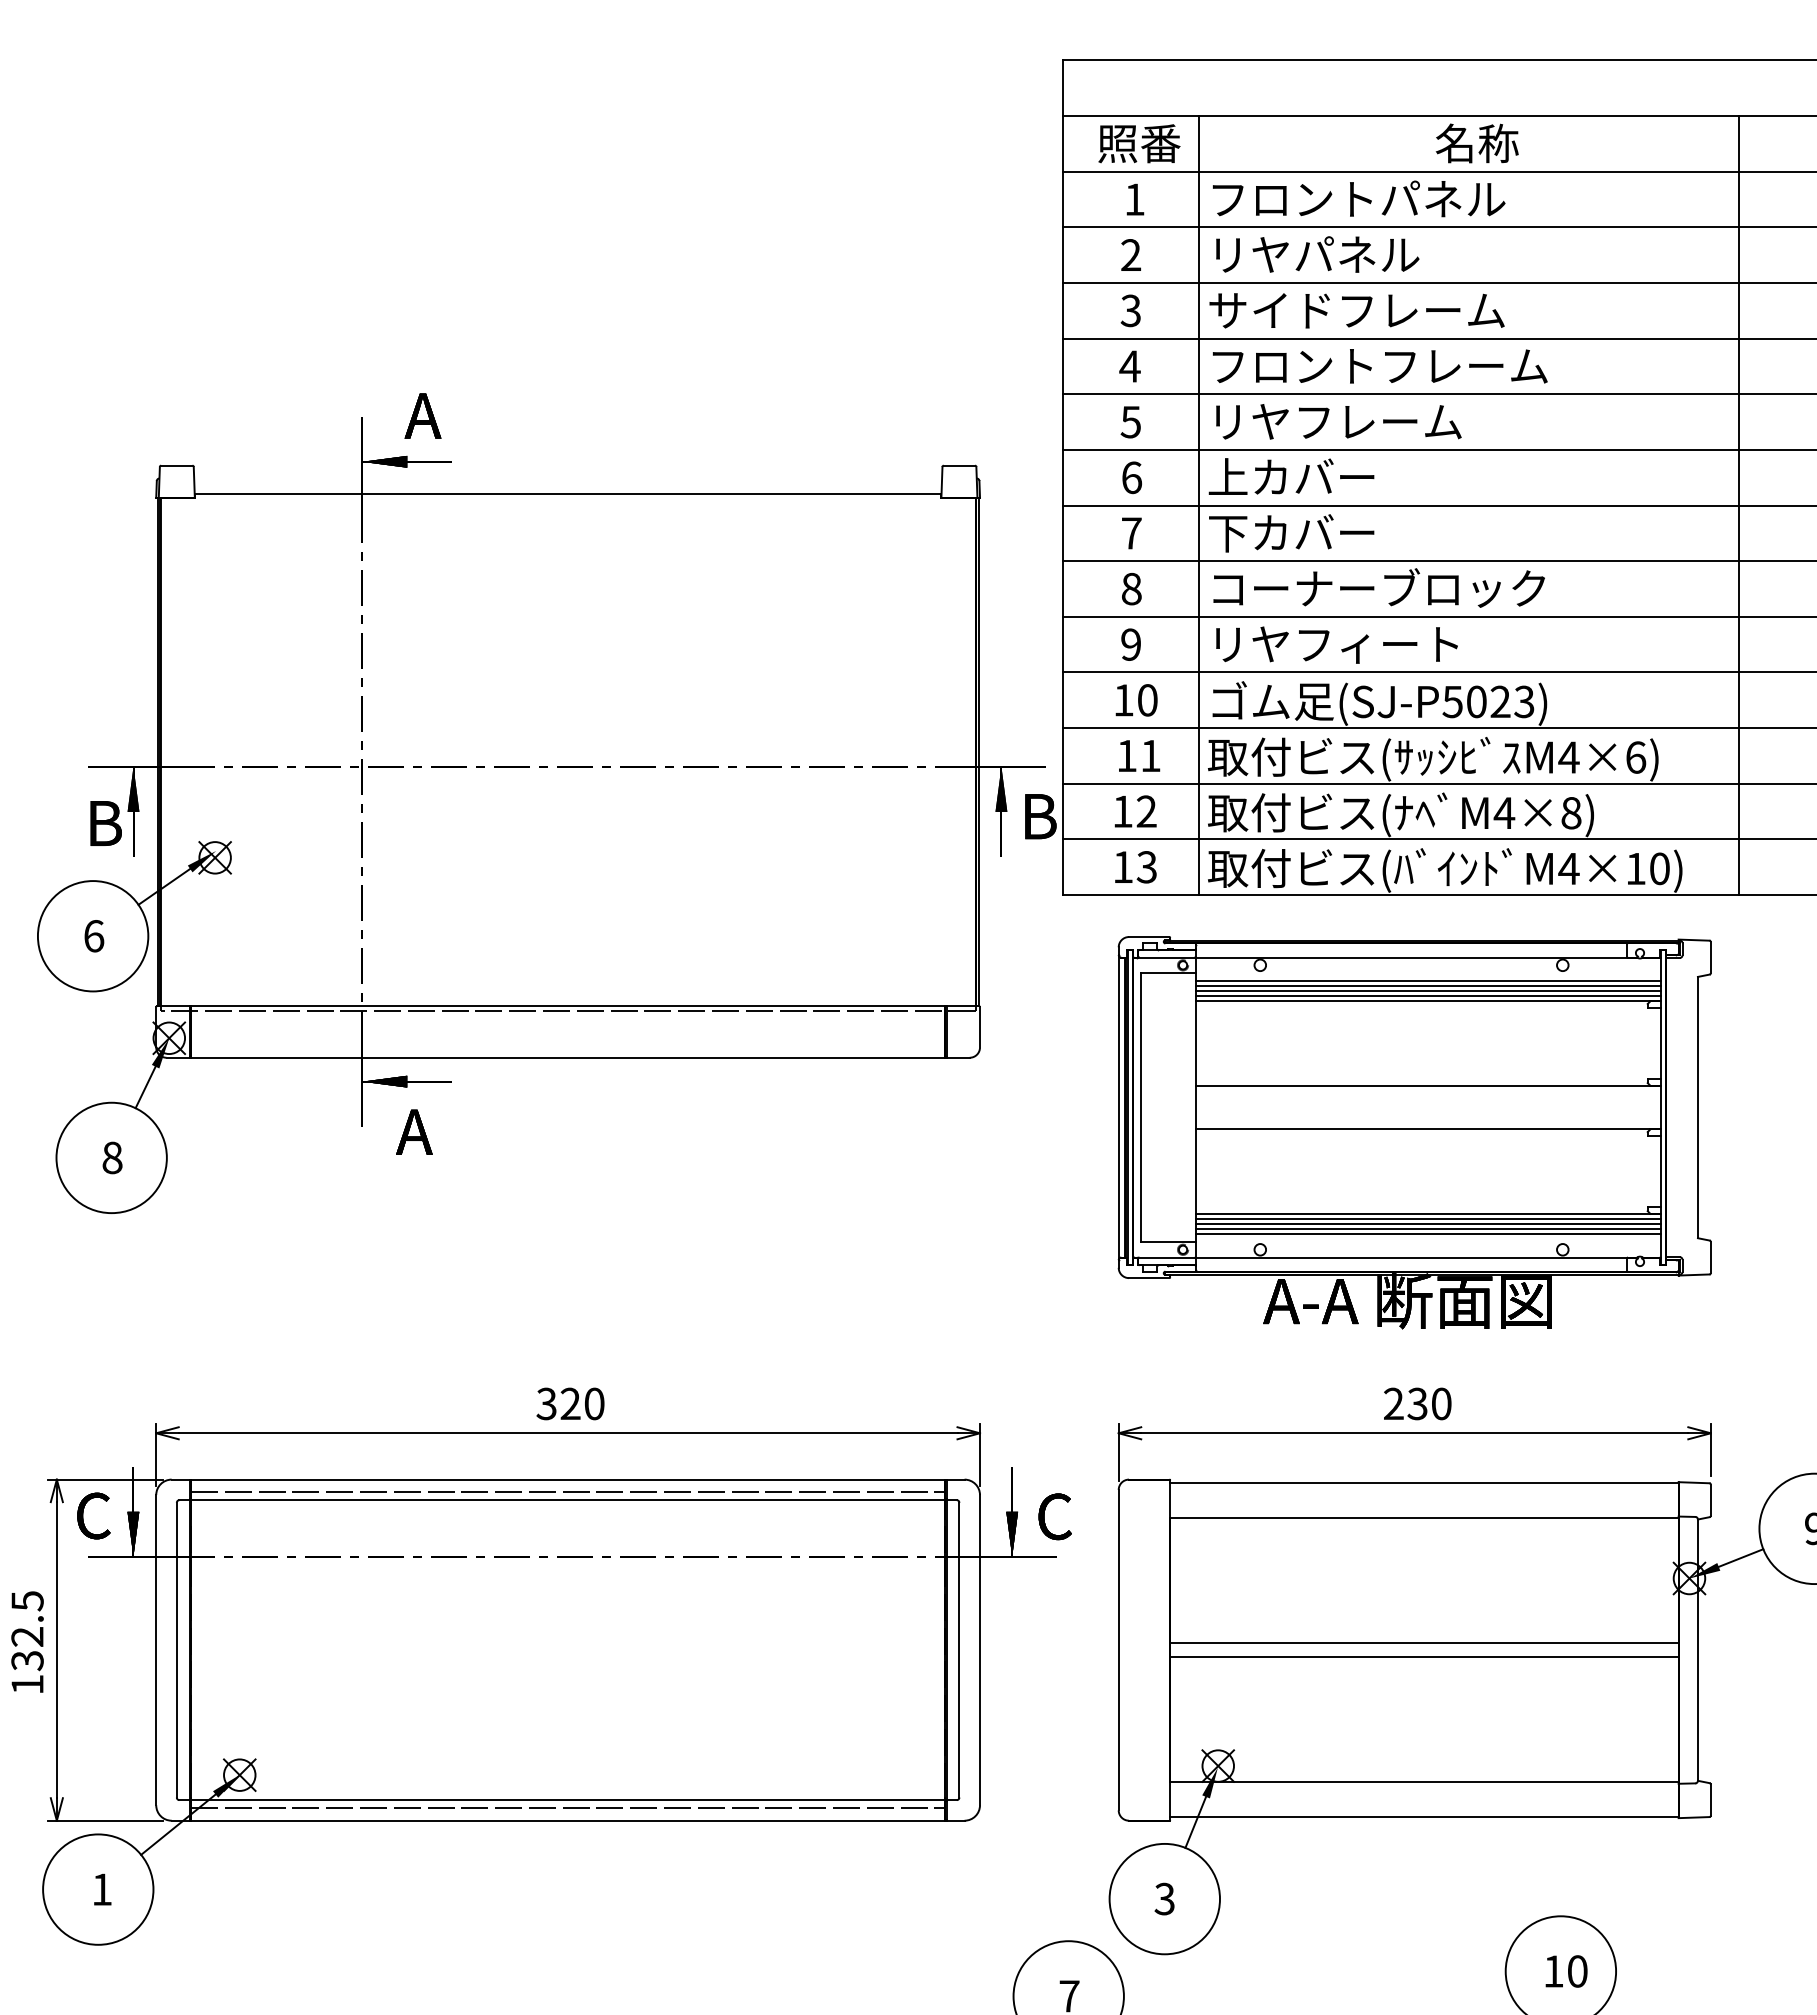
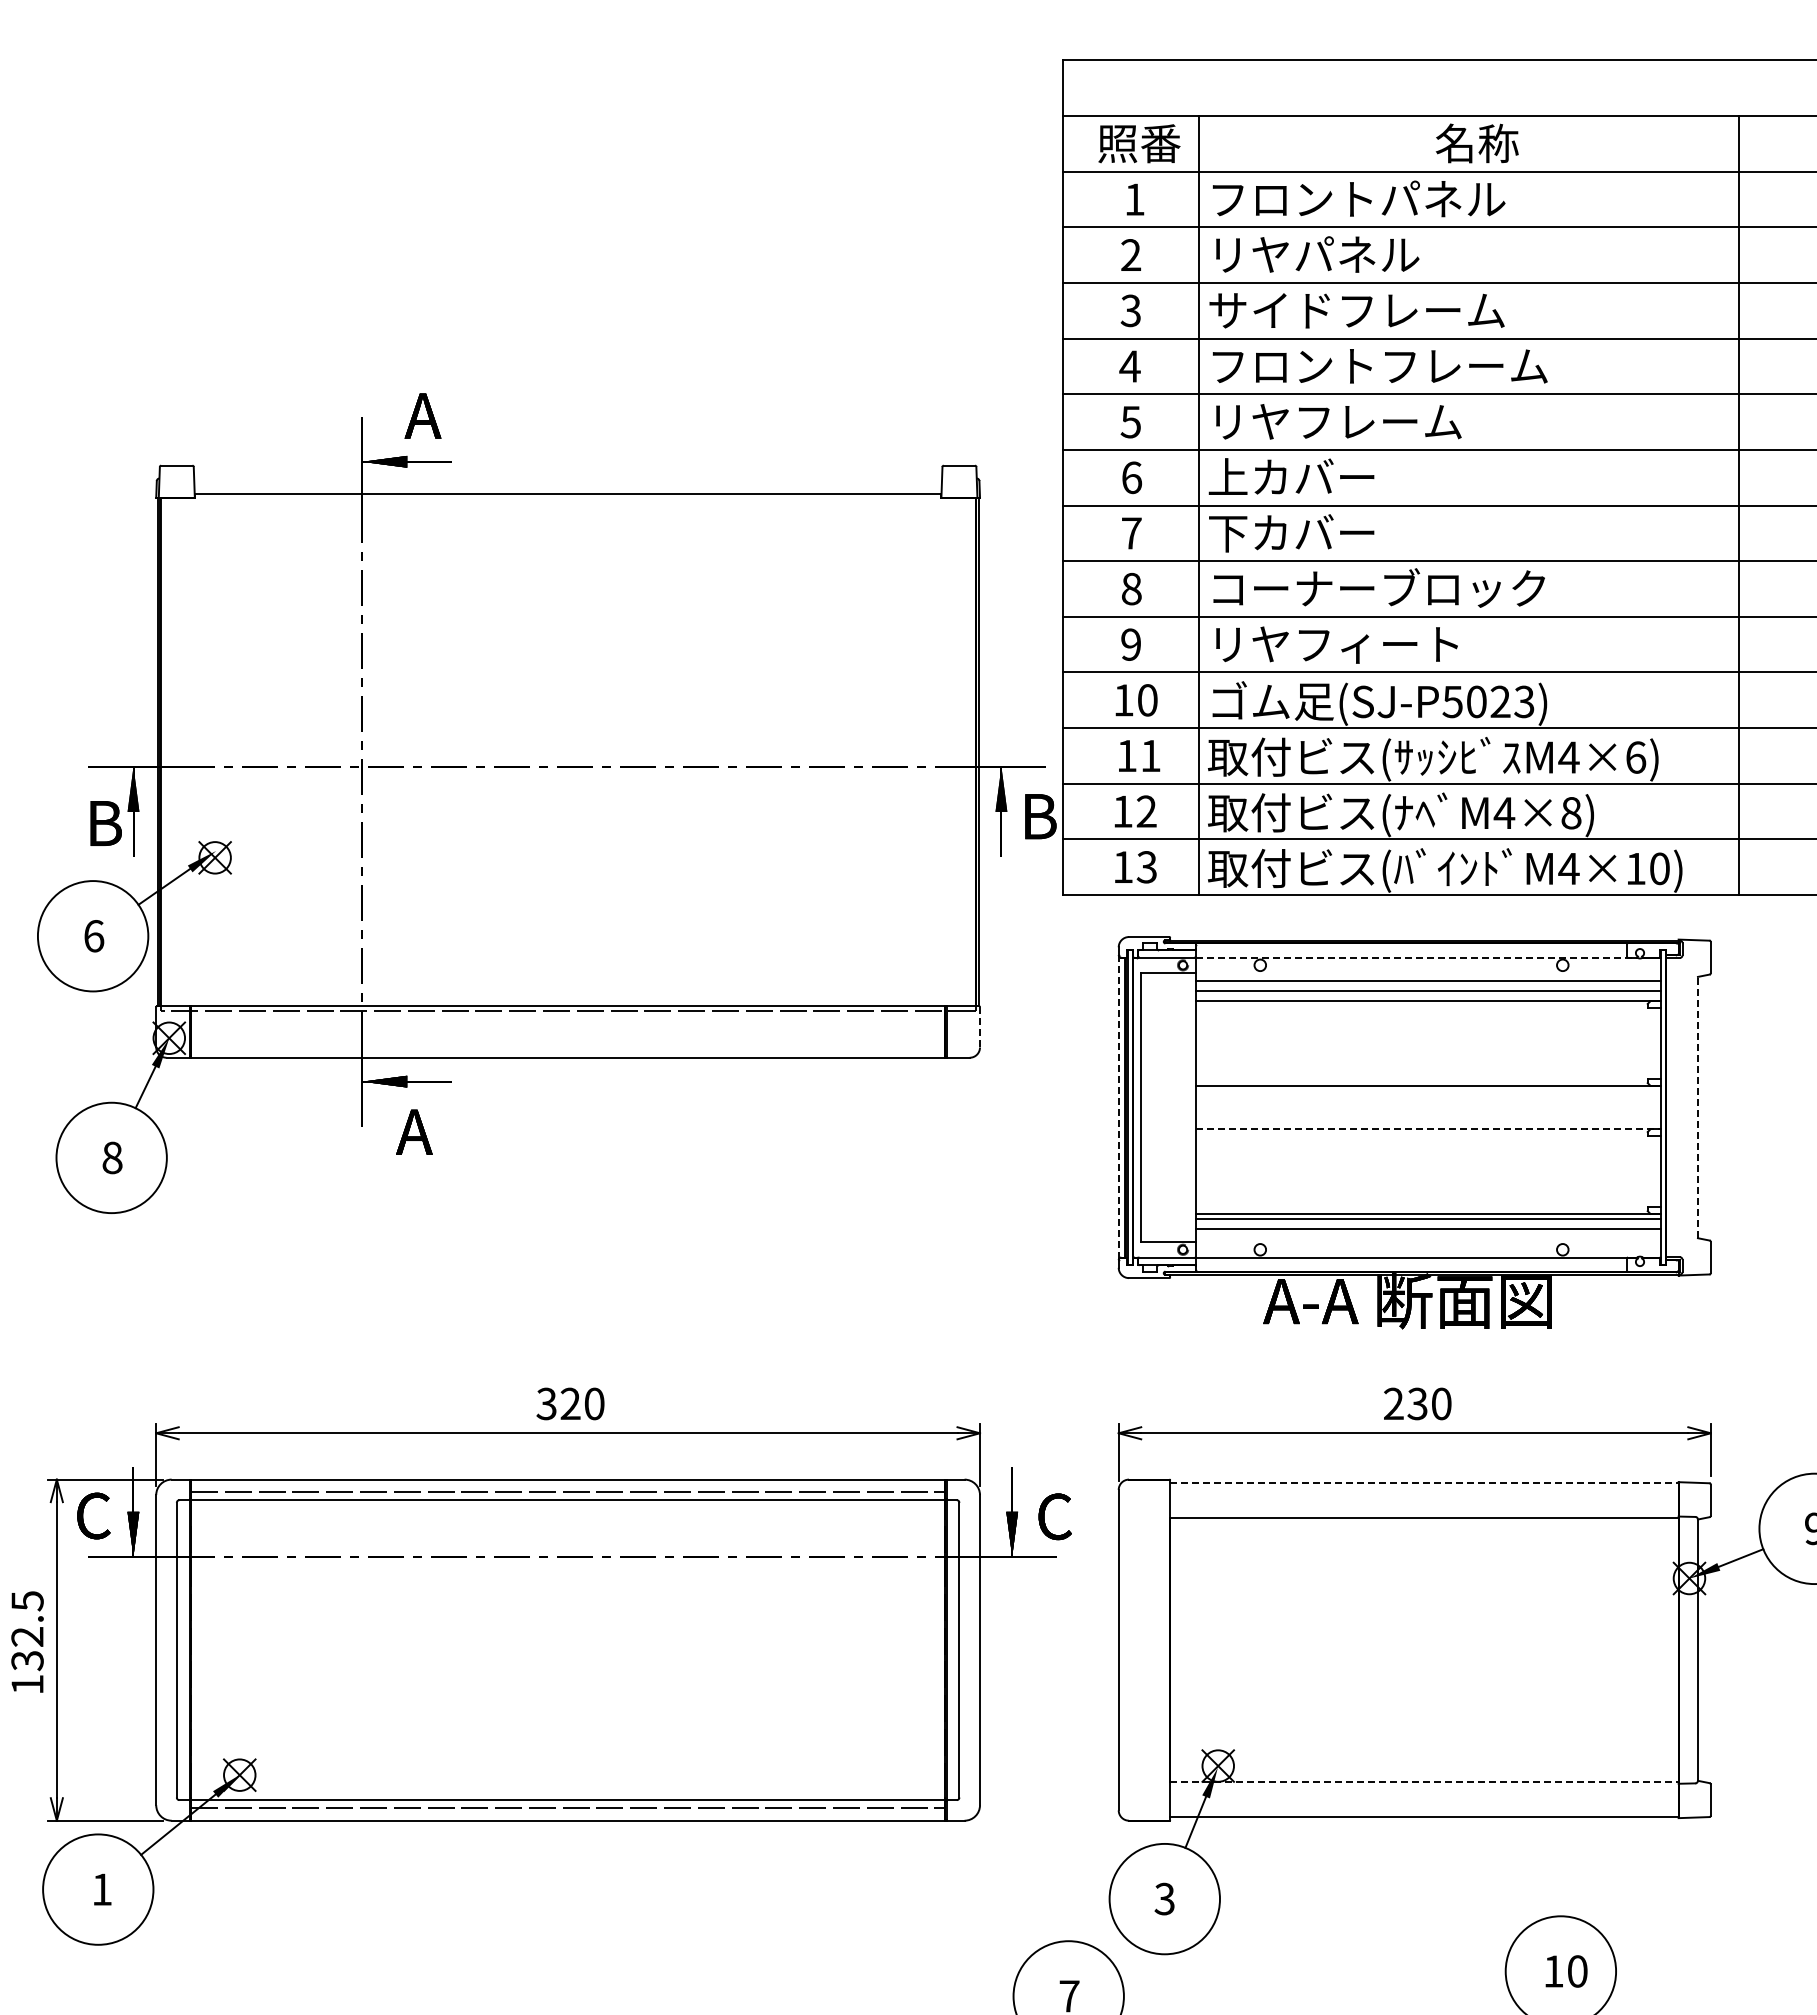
line at (1416, 957): solid -> dashed
line at (1427, 985): present -> none
line at (1427, 996): present -> none
line at (980, 1026): solid -> dashed
line at (1118, 1107): solid -> dashed
line at (1697, 1107): solid -> dashed
line at (1428, 1129): solid -> dashed
line at (1427, 1223): present -> none
line at (1427, 1234): present -> none
line at (1424, 1483): solid -> dashed
line at (1424, 1643): present -> none
line at (1424, 1657): present -> none
line at (1424, 1782): solid -> dashed
